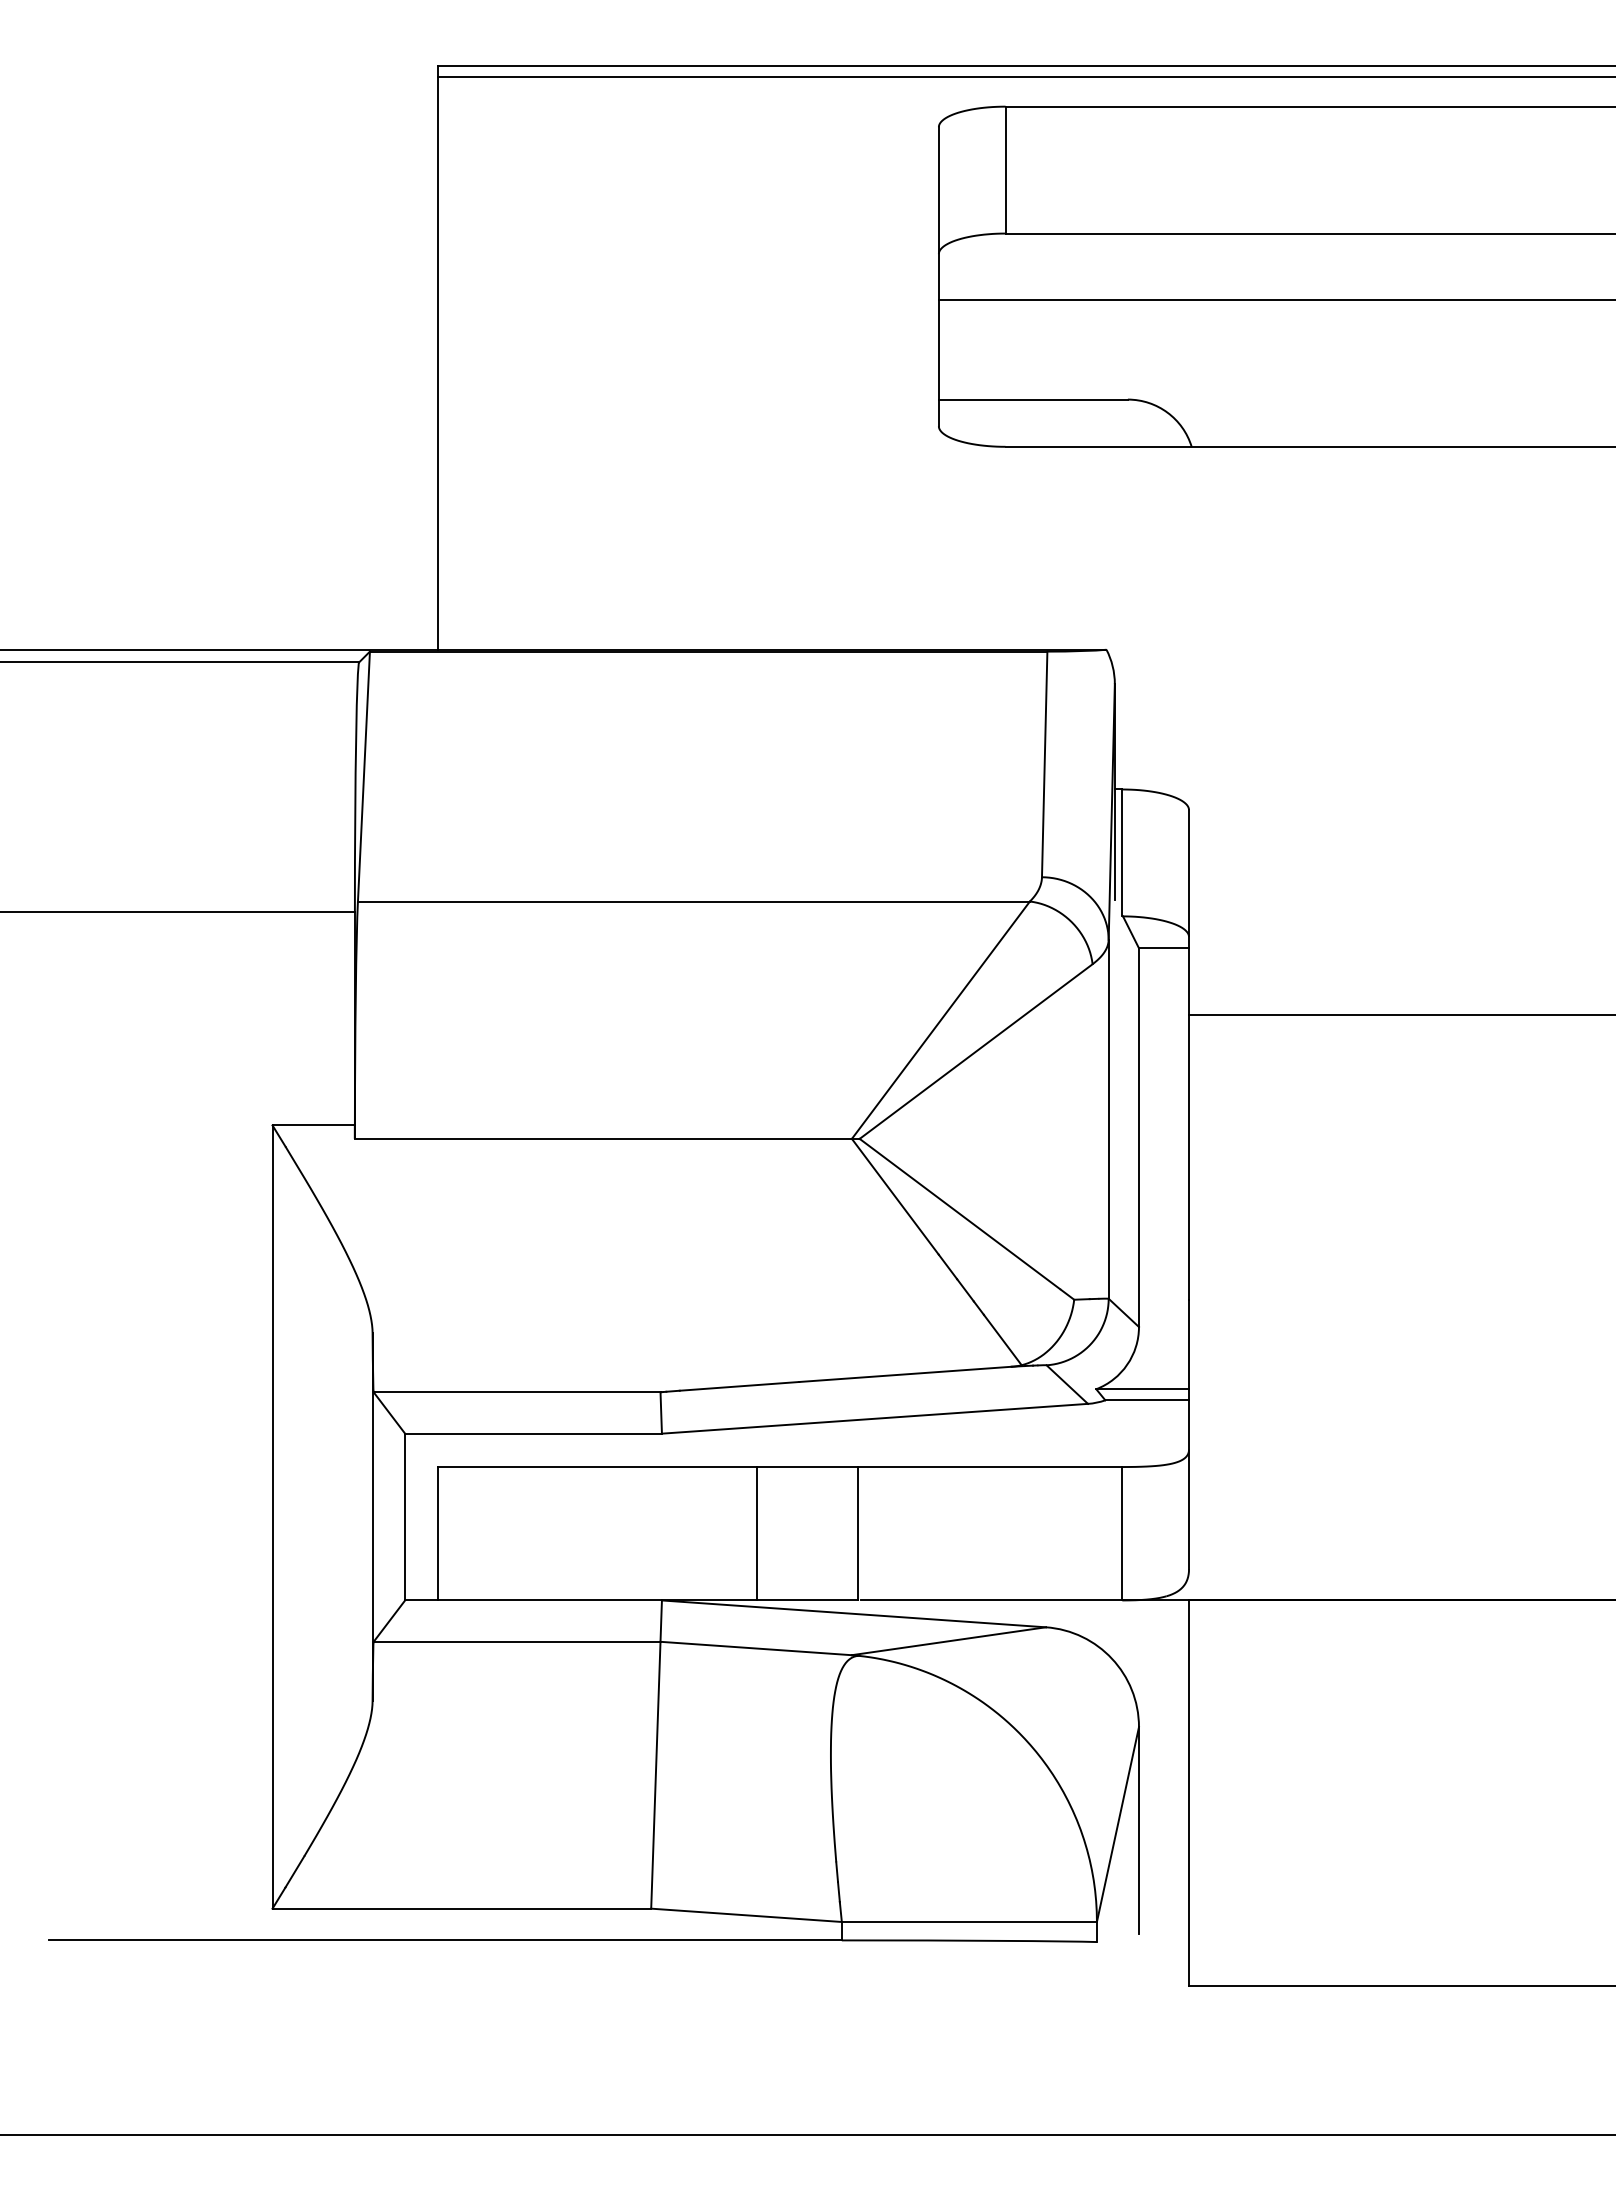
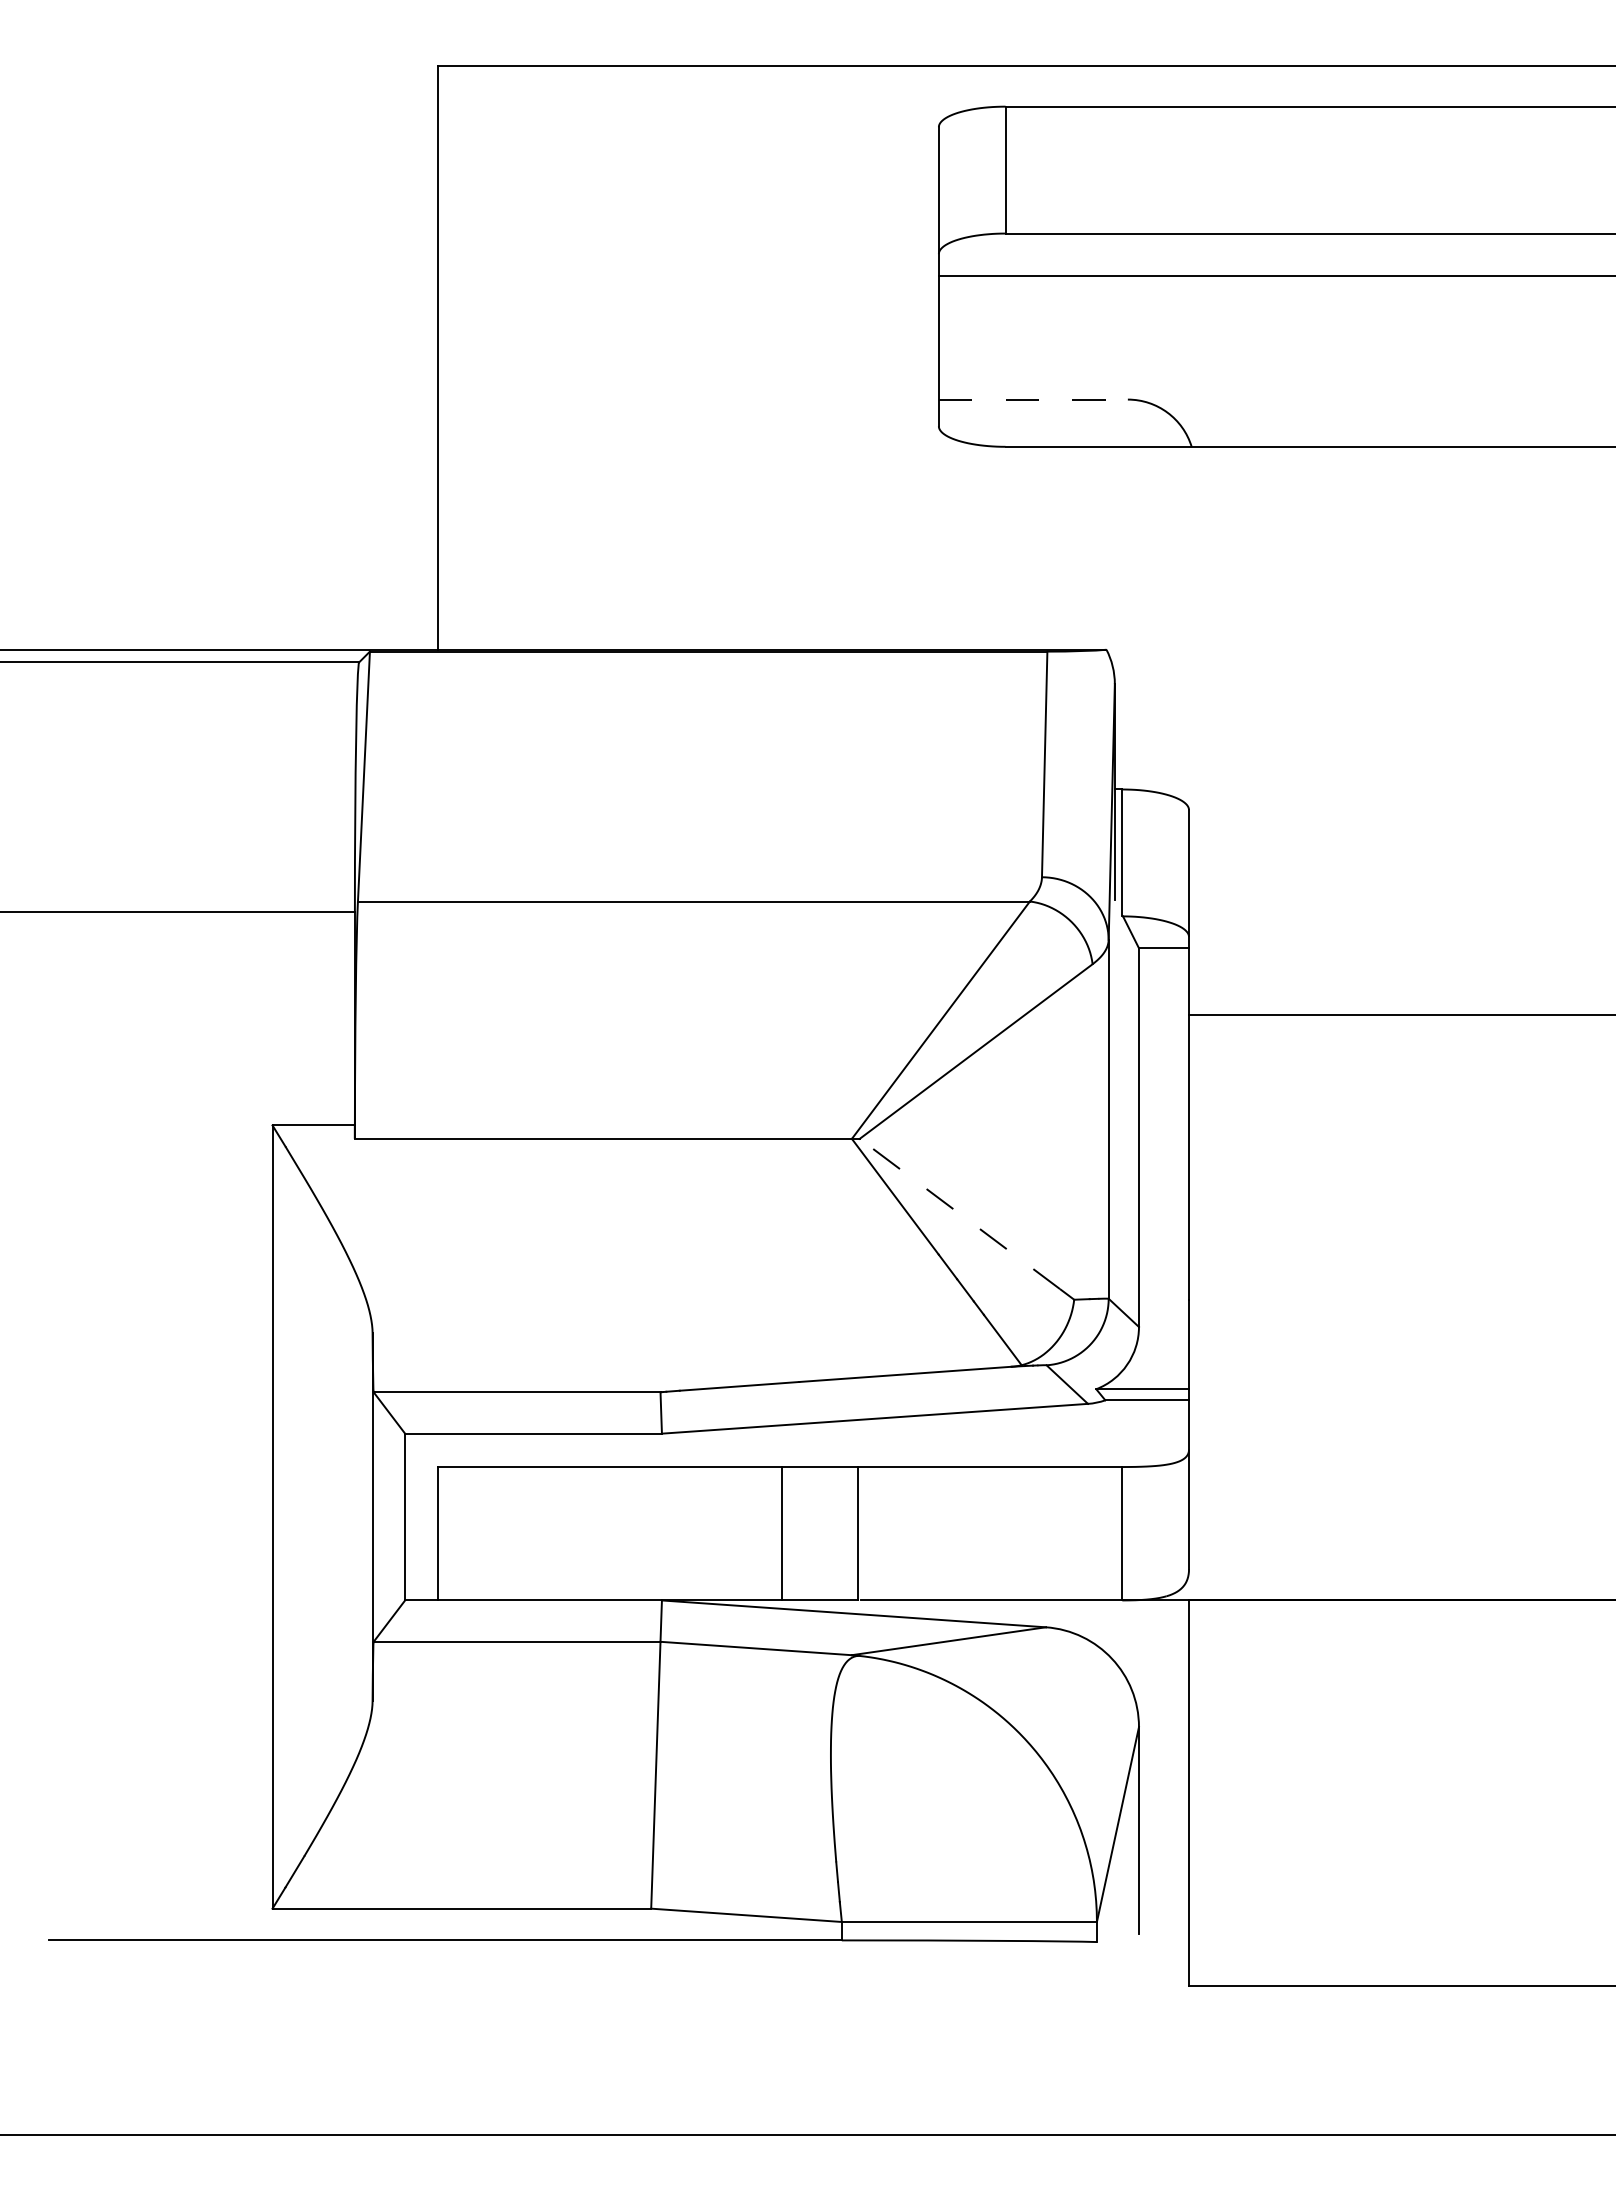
line at (1025, 77): present -> none
line at (1275, 299) position: (1275, 299) -> (1275, 275)
line at (1033, 399): solid -> dashed
line at (959, 1213): solid -> dashed
line at (757, 1533) position: (757, 1533) -> (782, 1533)
